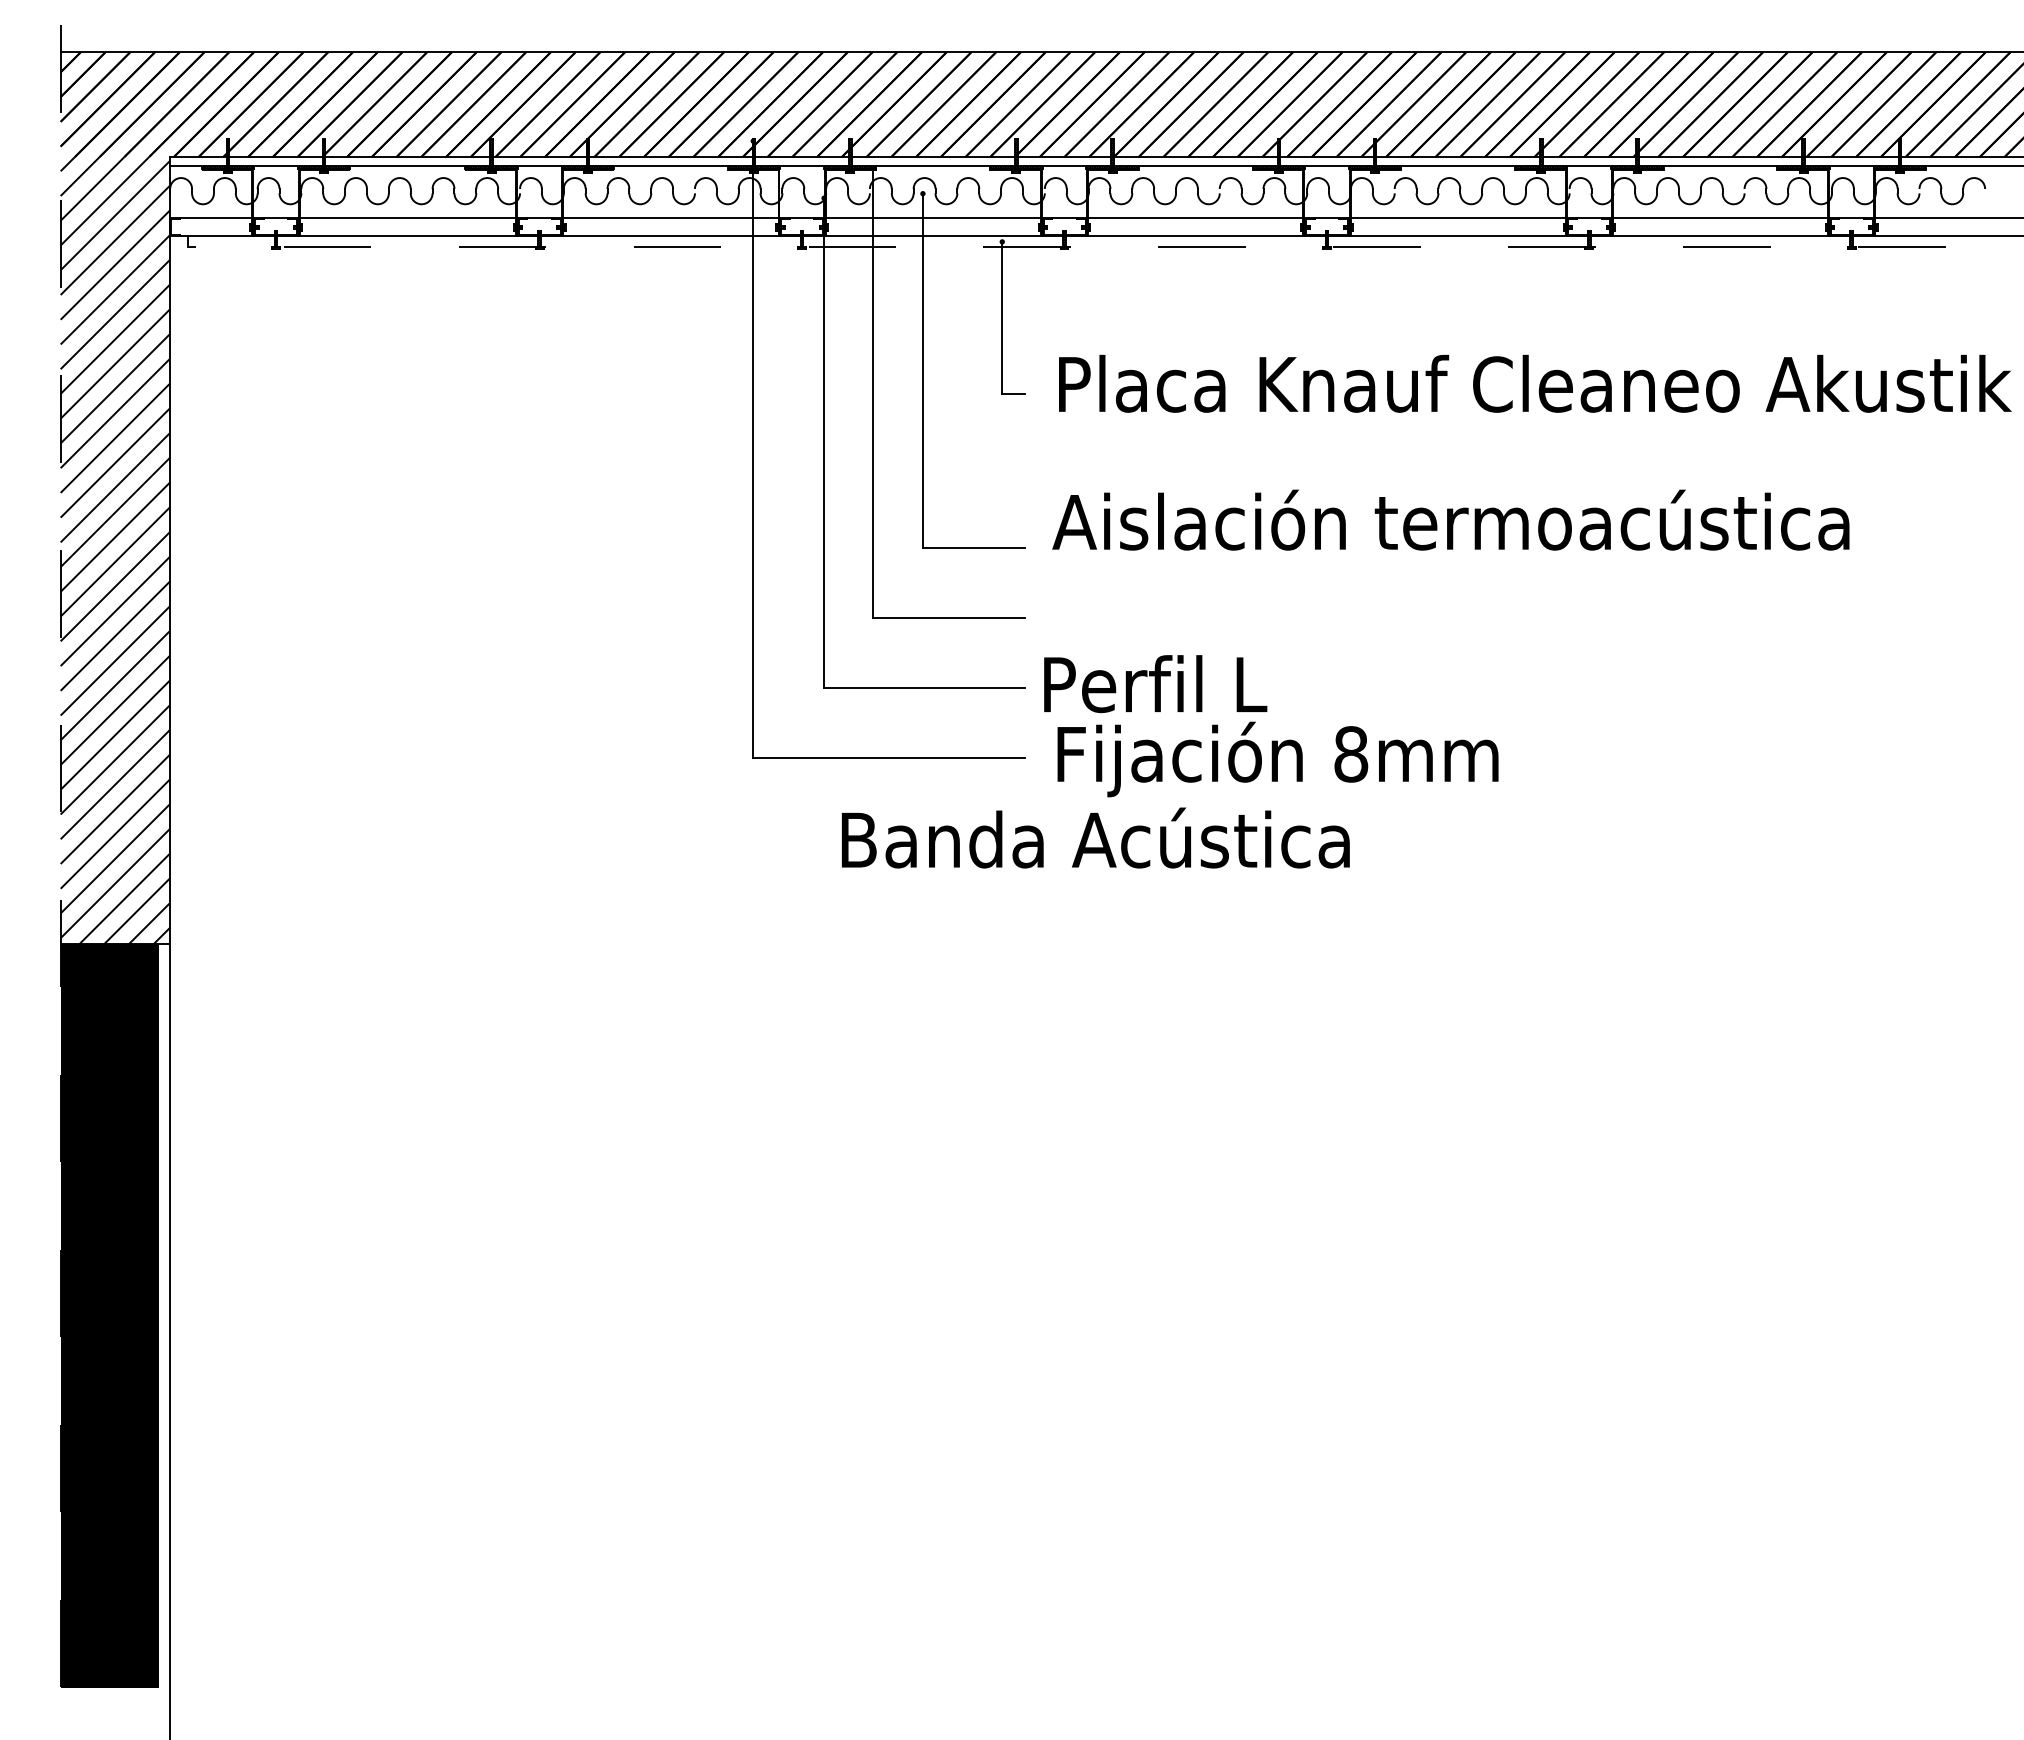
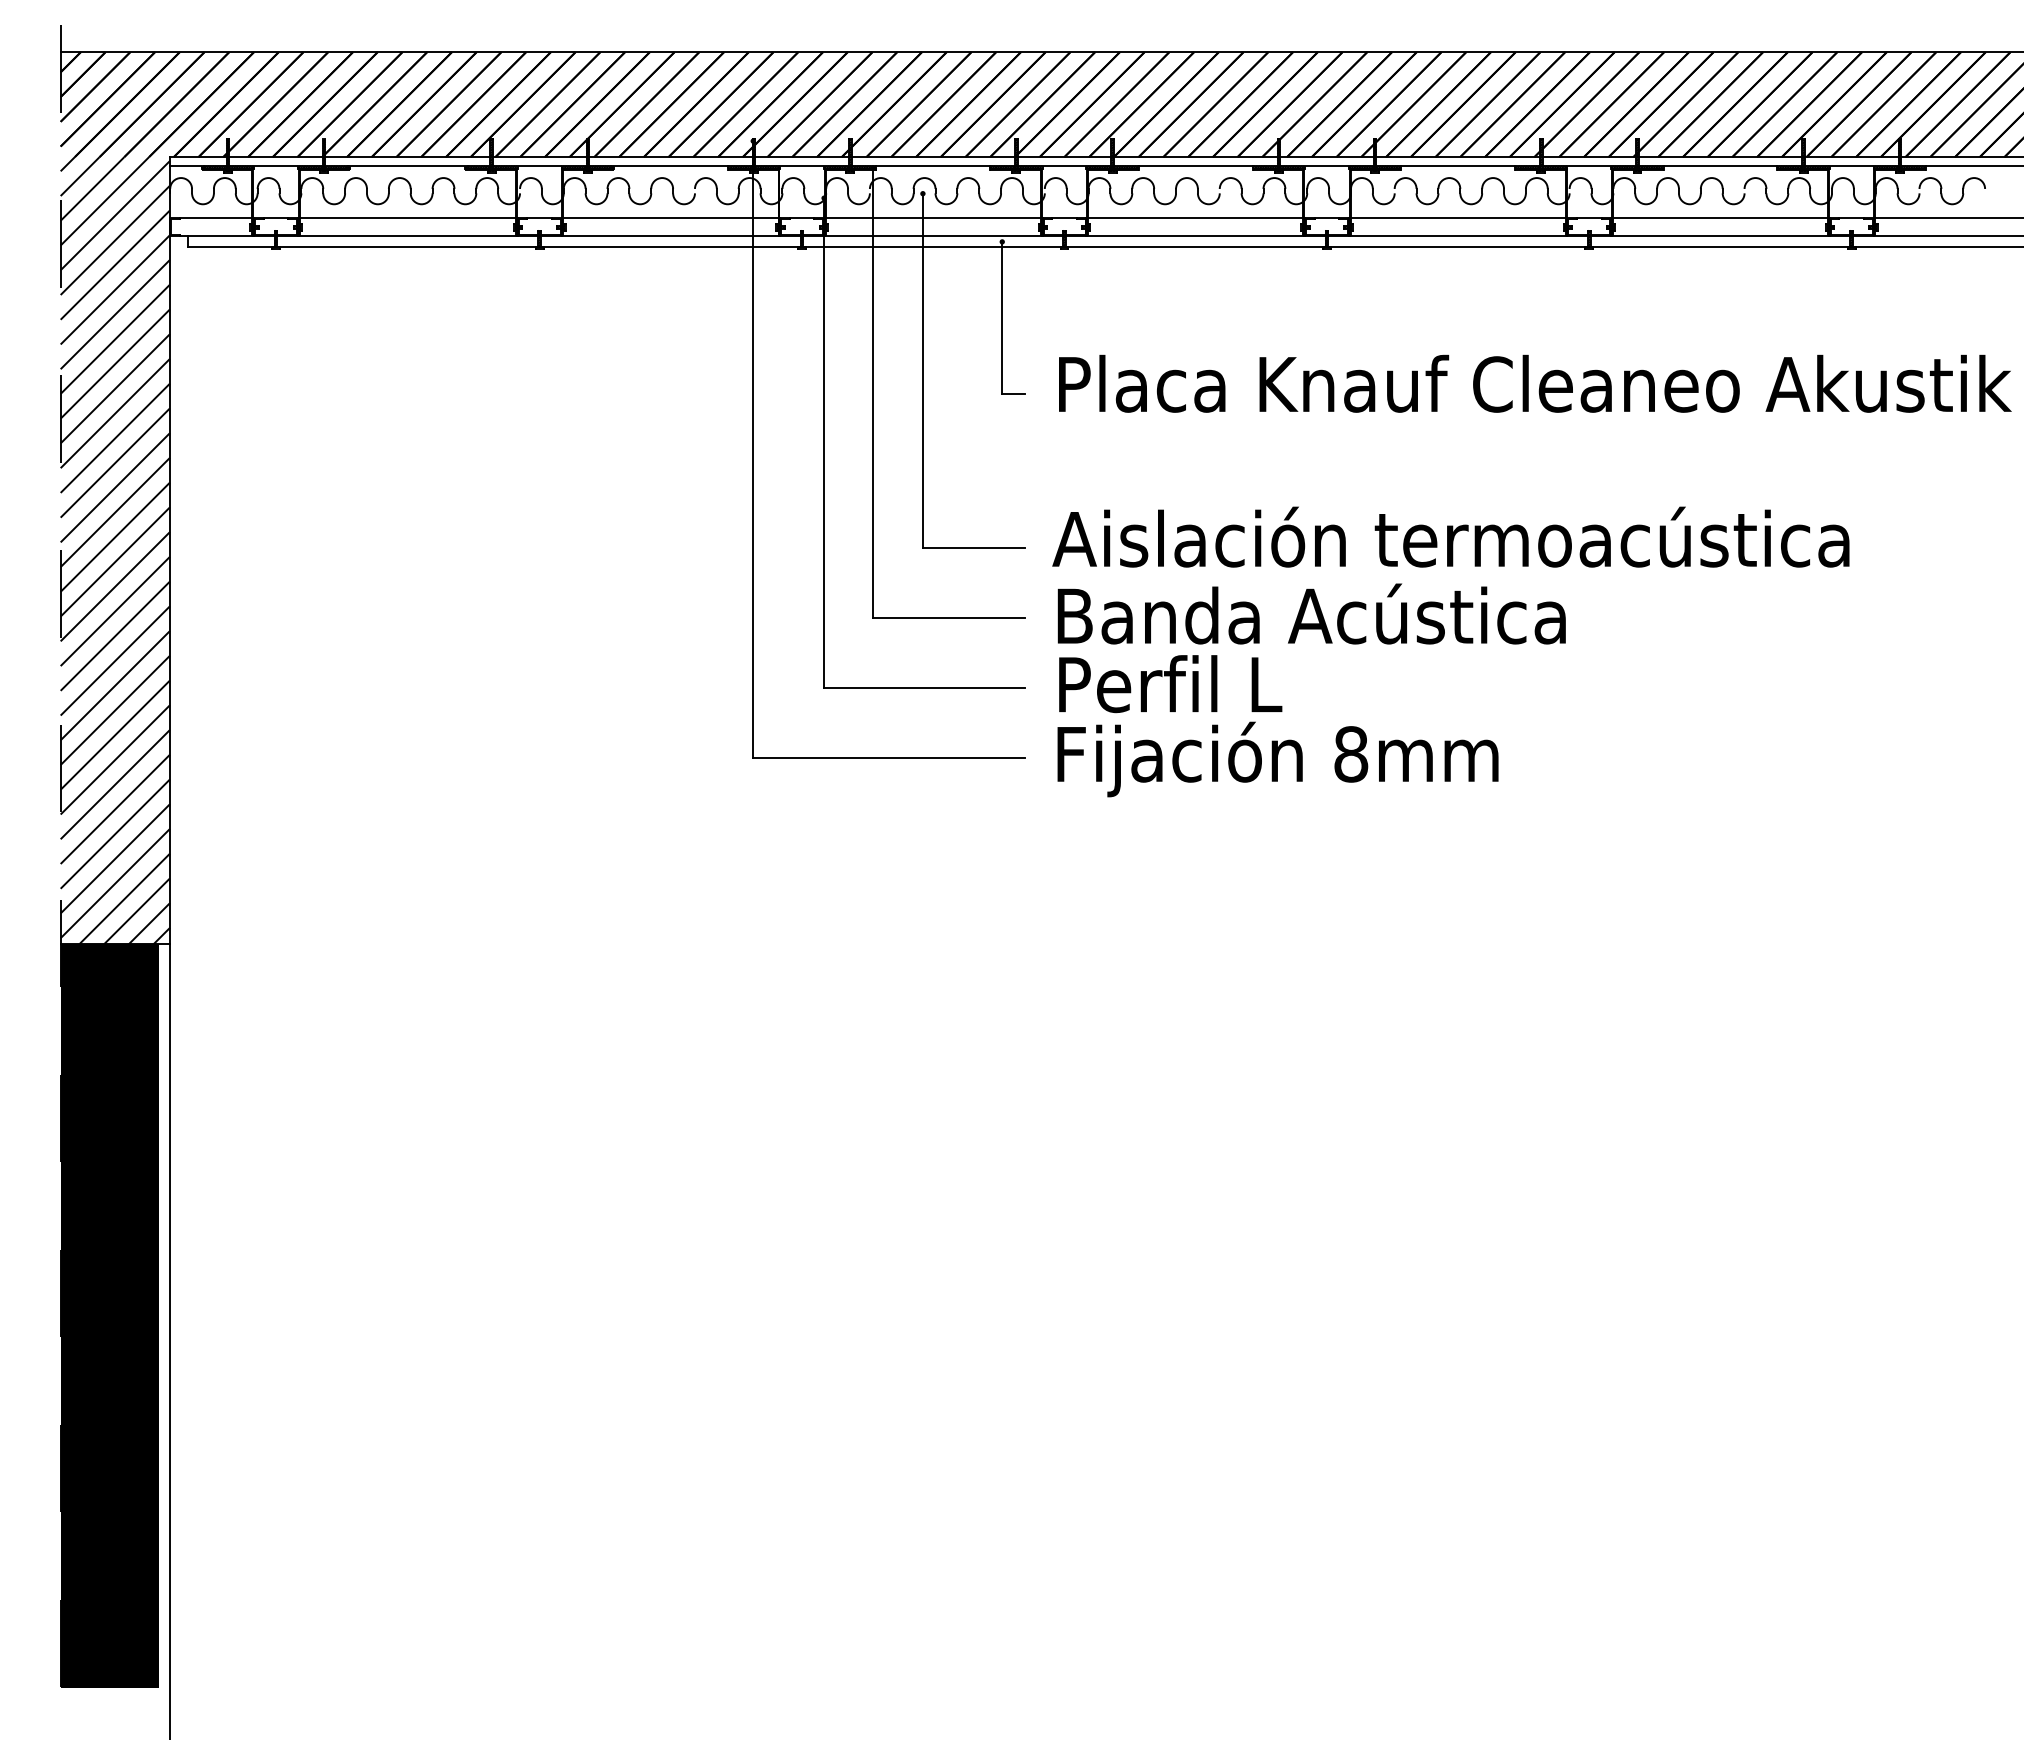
line at (1105, 246): dashed -> solid
text at (1450, 519) position: (1450, 519) -> (1450, 536)
text at (1155, 684) position: (1155, 684) -> (1170, 684)
text at (1095, 837) position: (1095, 837) -> (1311, 613)
